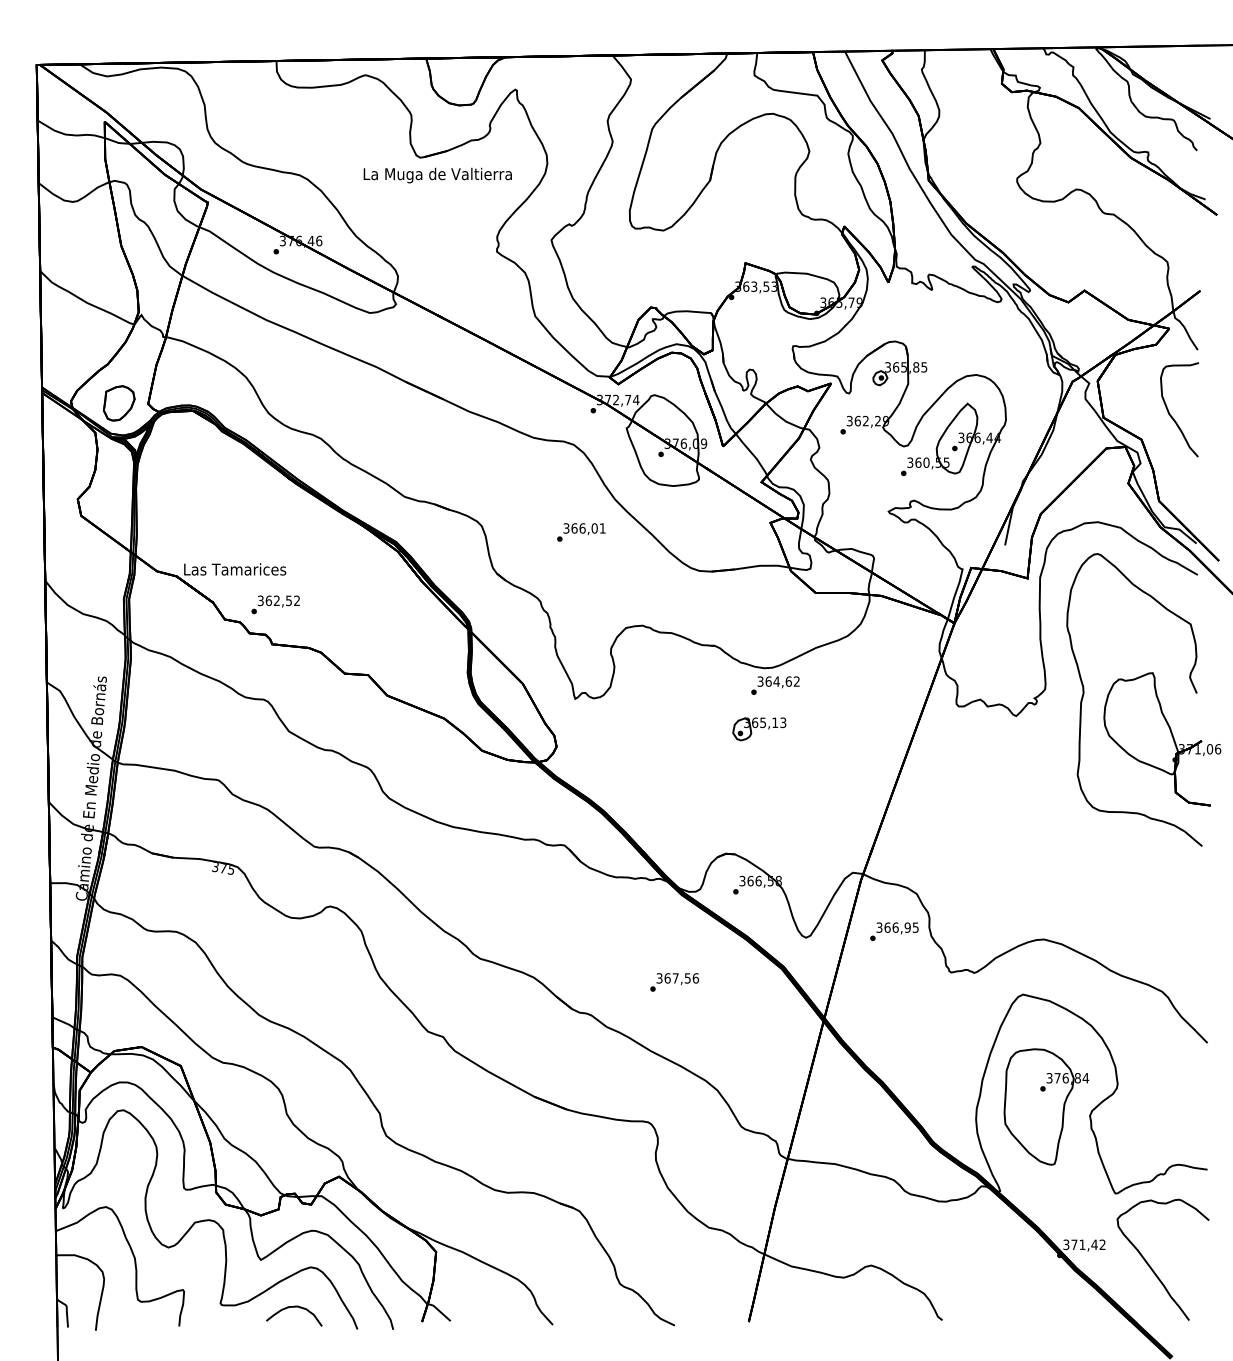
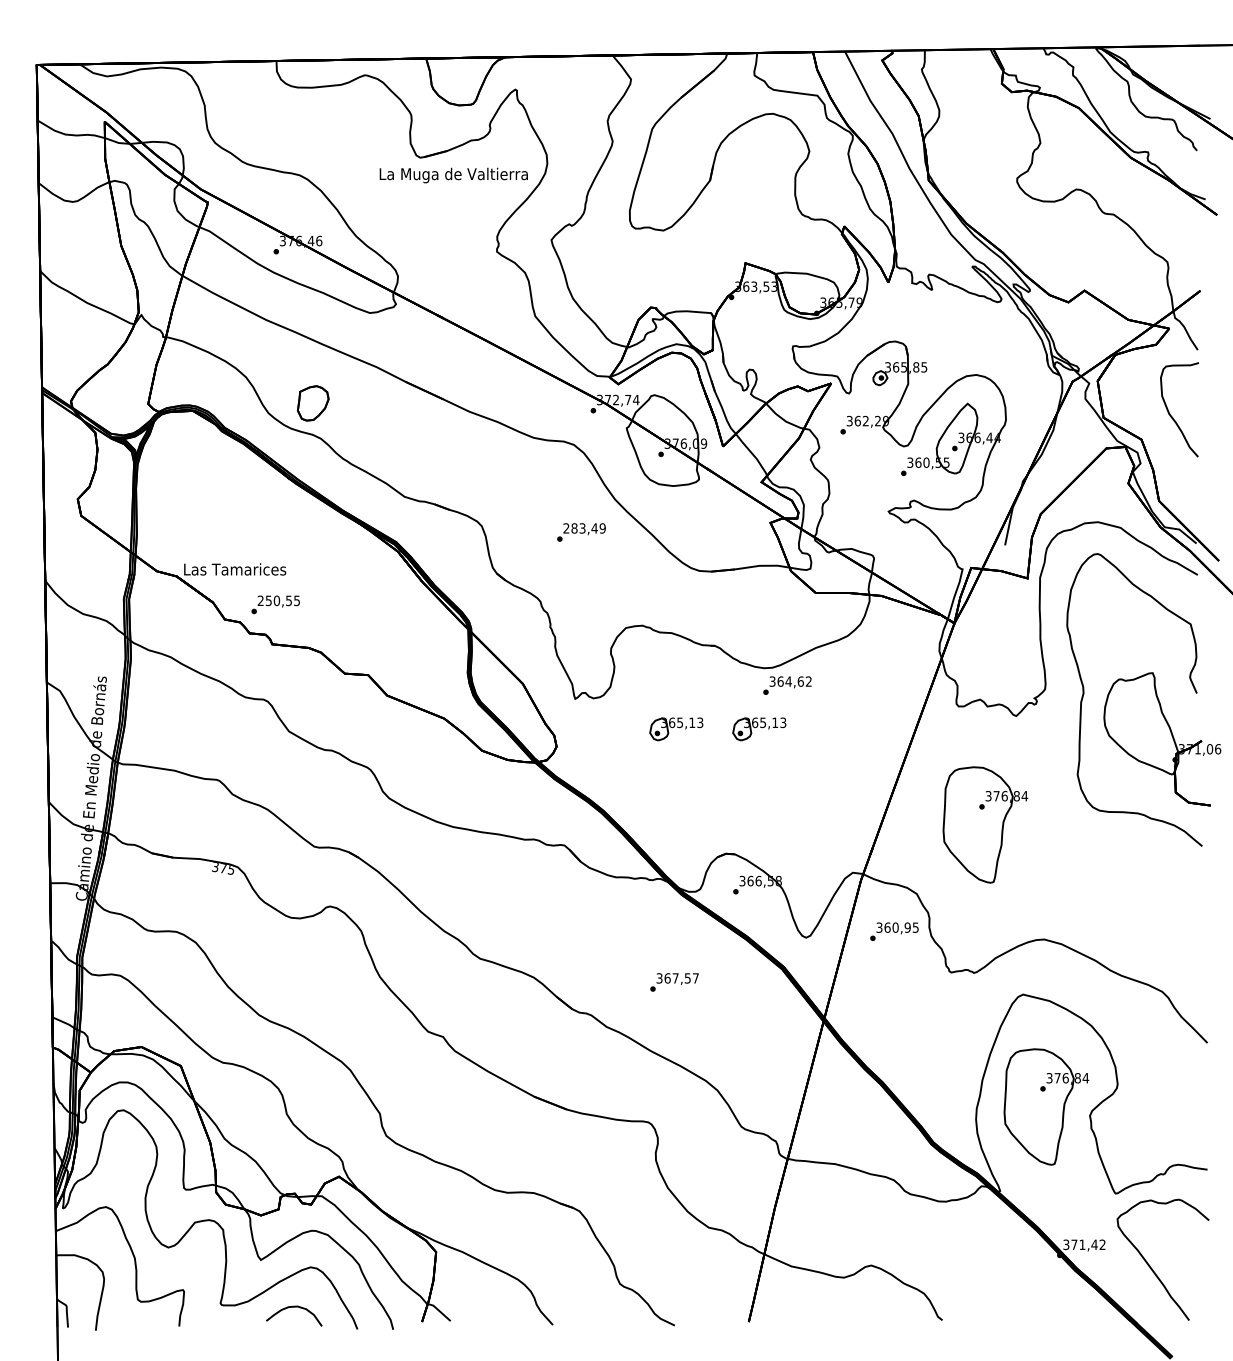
text at (437, 175) position: (437, 175) -> (453, 175)
part at (119, 403) position: (119, 403) -> (313, 403)
text at (584, 528): 366,01 -> 283,49
text at (278, 600): 362,52 -> 250,55
text at (775, 685) position: (775, 685) -> (787, 685)
part at (676, 729): none -> present
part at (985, 824): none -> present
text at (895, 927): 366,95 -> 360,95
text at (695, 978): 367,56 -> 367,57
